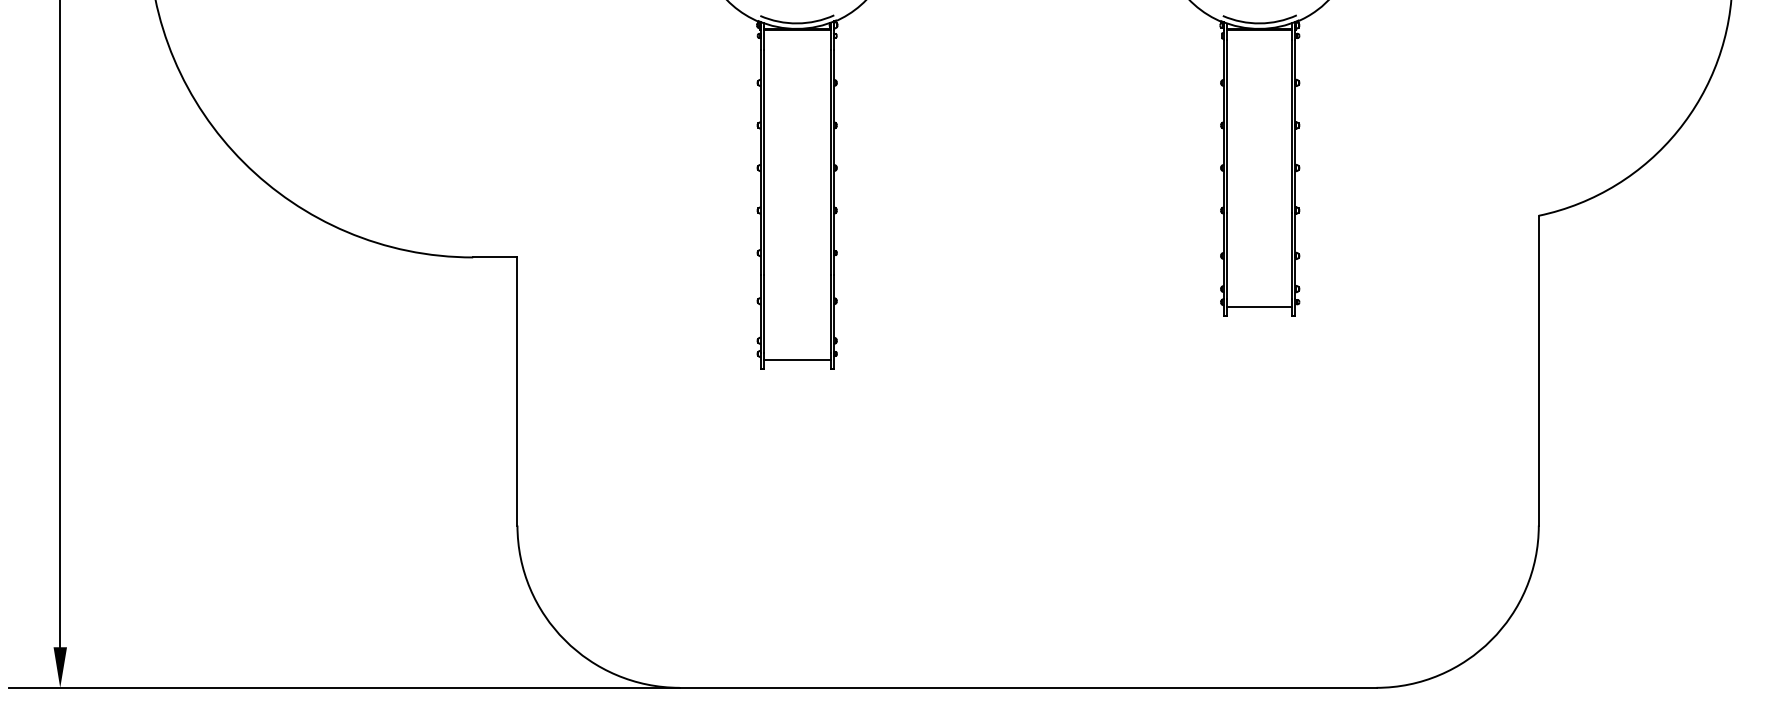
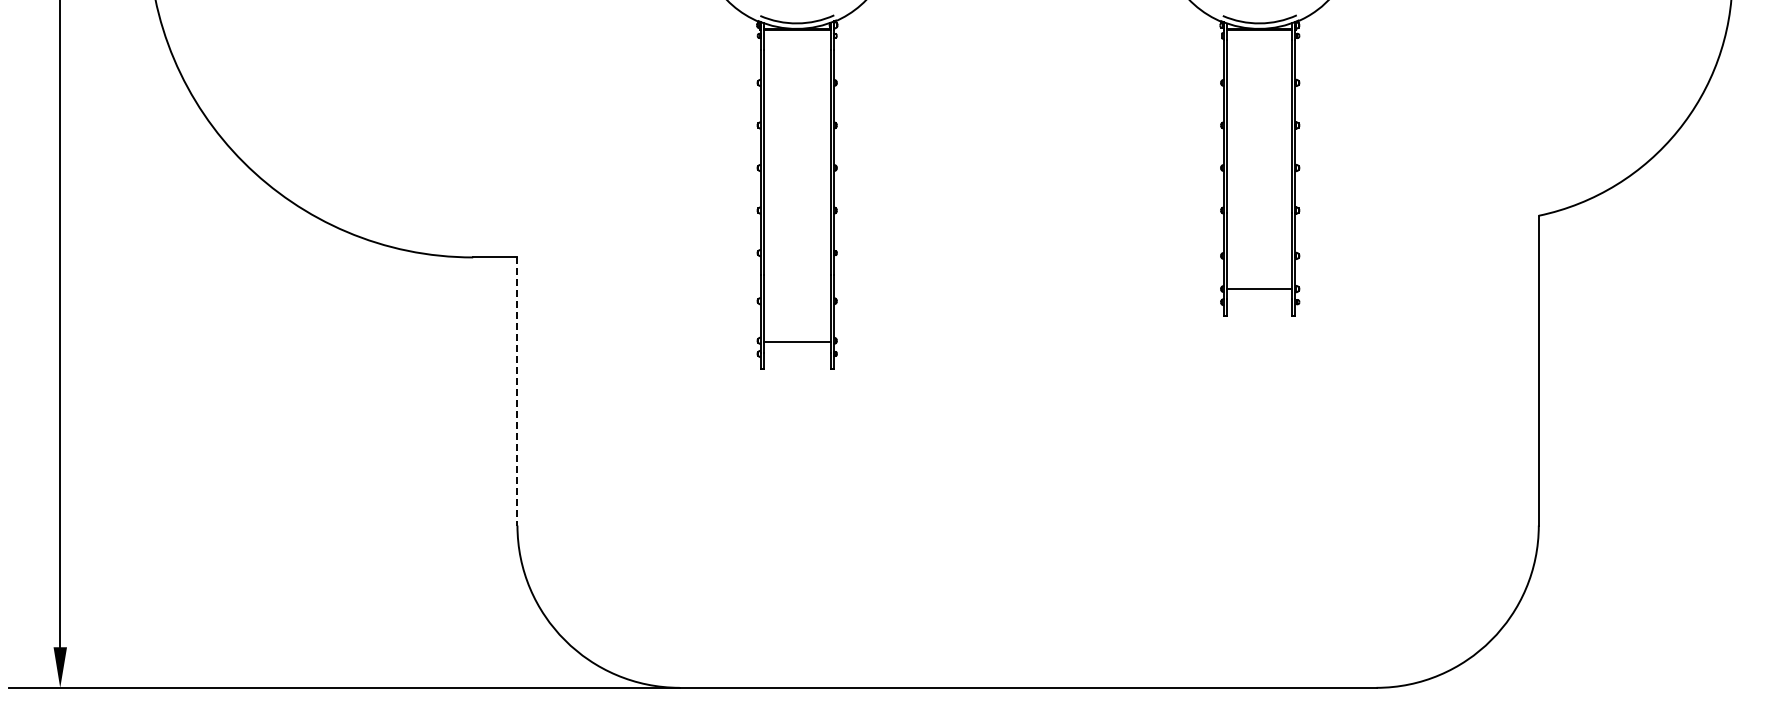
line at (1259, 306) position: (1259, 306) -> (1259, 288)
line at (797, 360) position: (797, 360) -> (797, 342)
line at (517, 391): solid -> dashed
